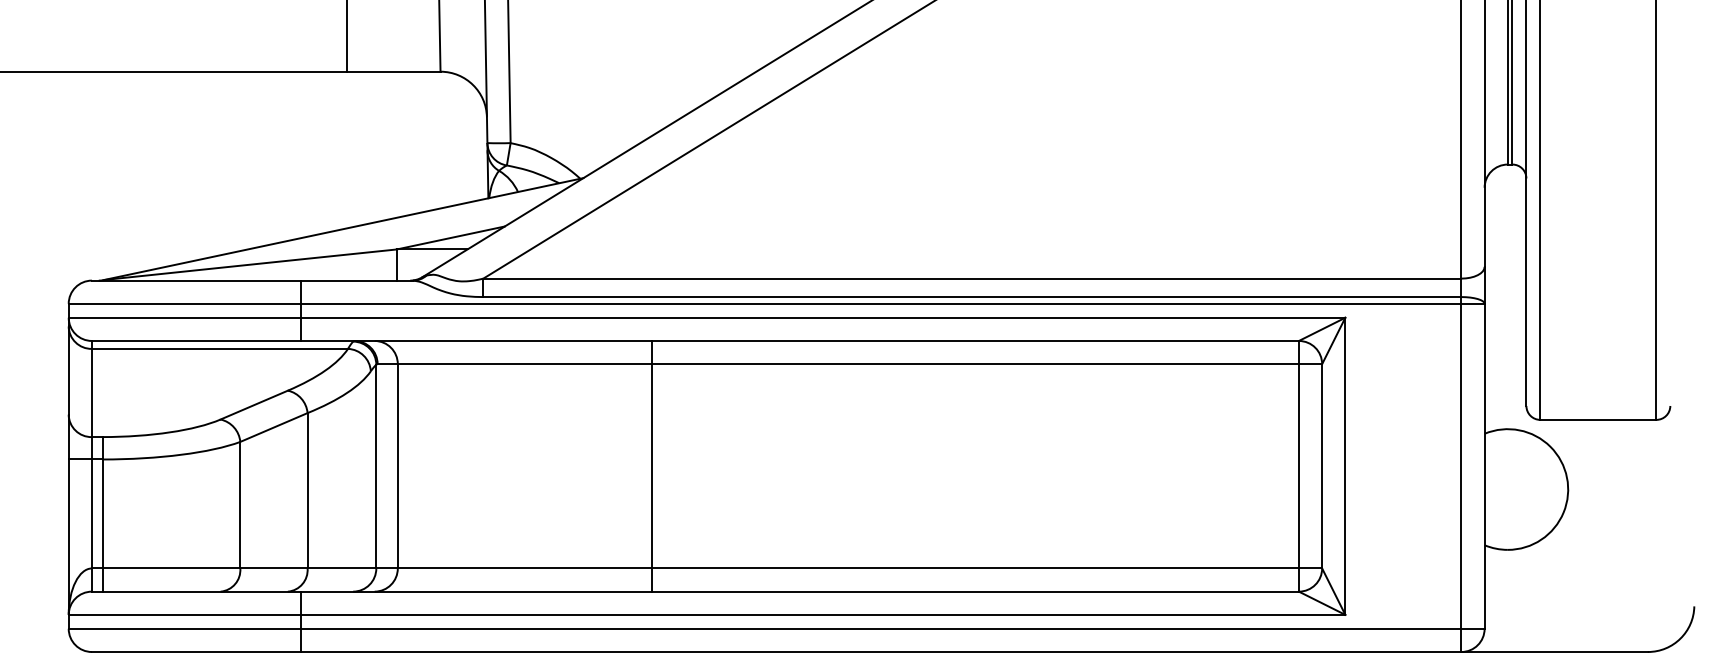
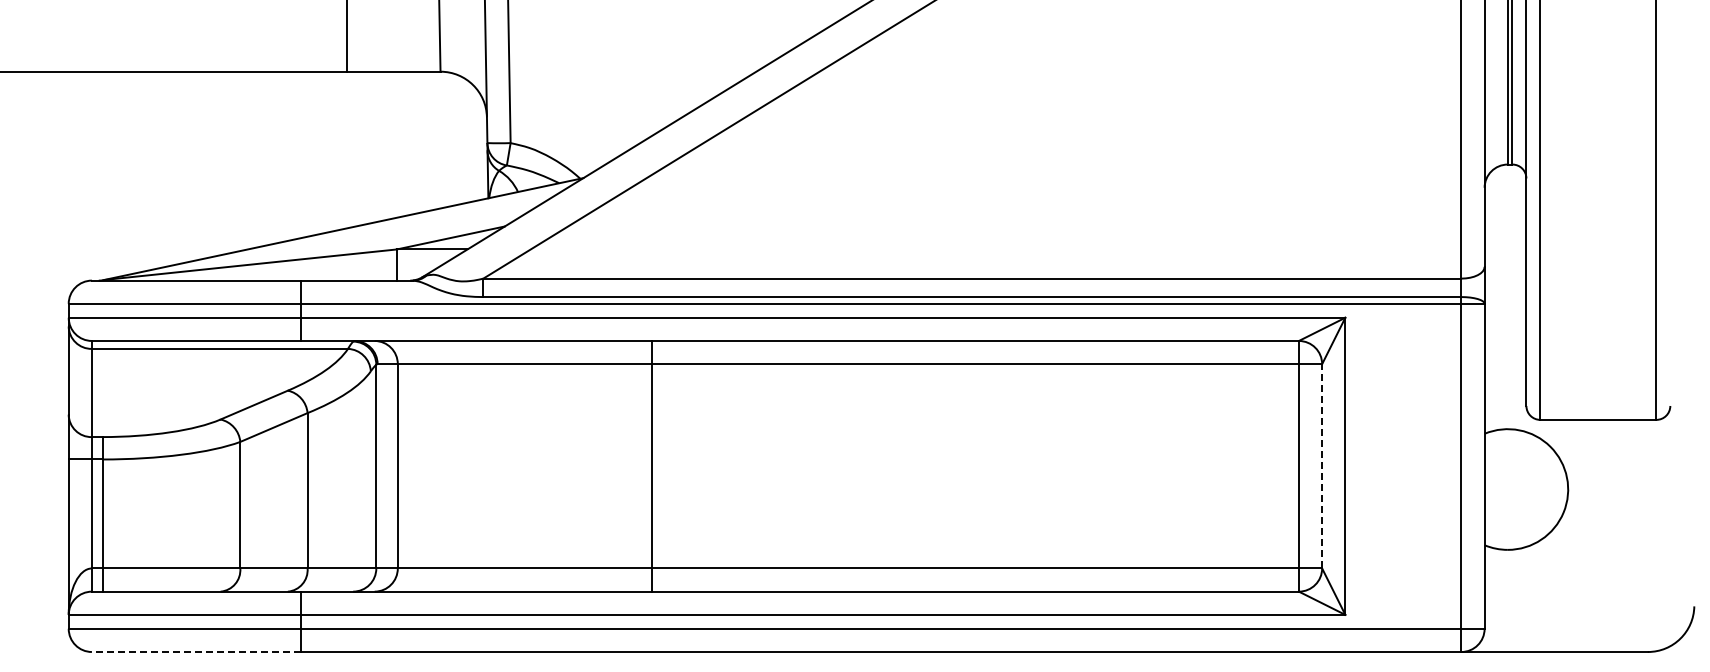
line at (1322, 465): solid -> dashed
line at (195, 652): solid -> dashed
